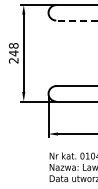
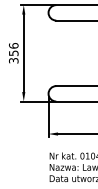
line at (76, 20): dashed -> solid
text at (13, 53): 248 -> 356
